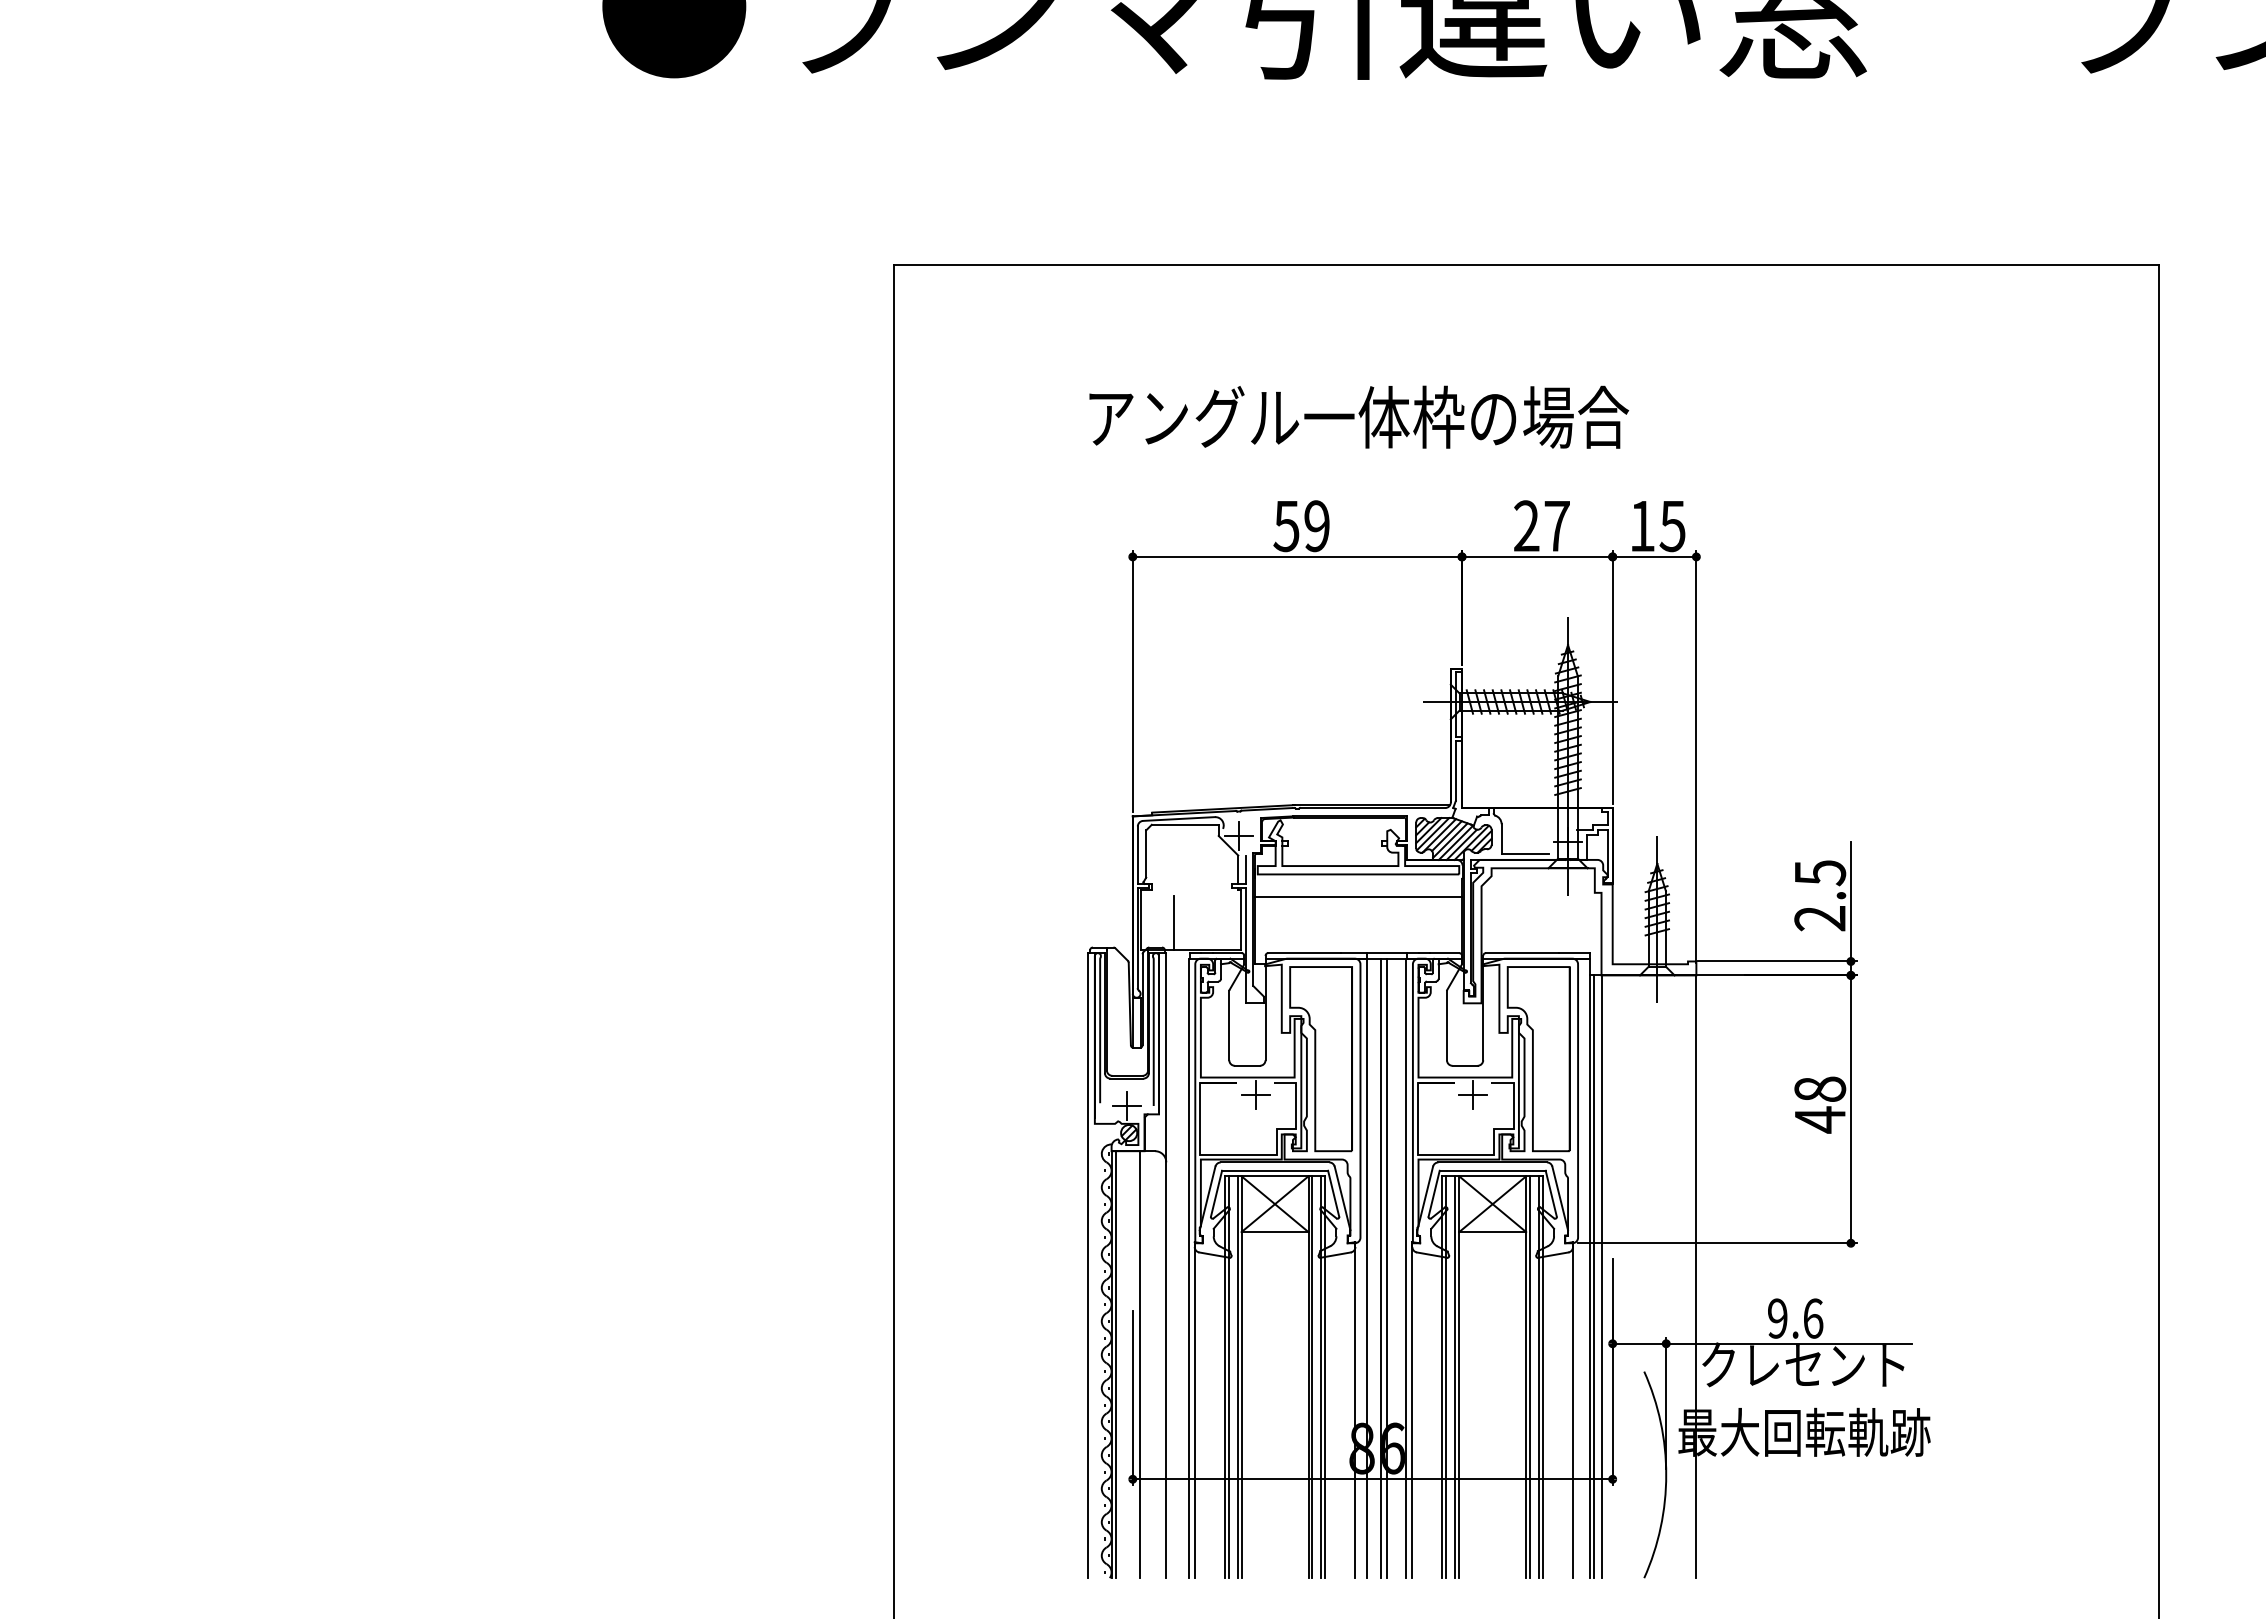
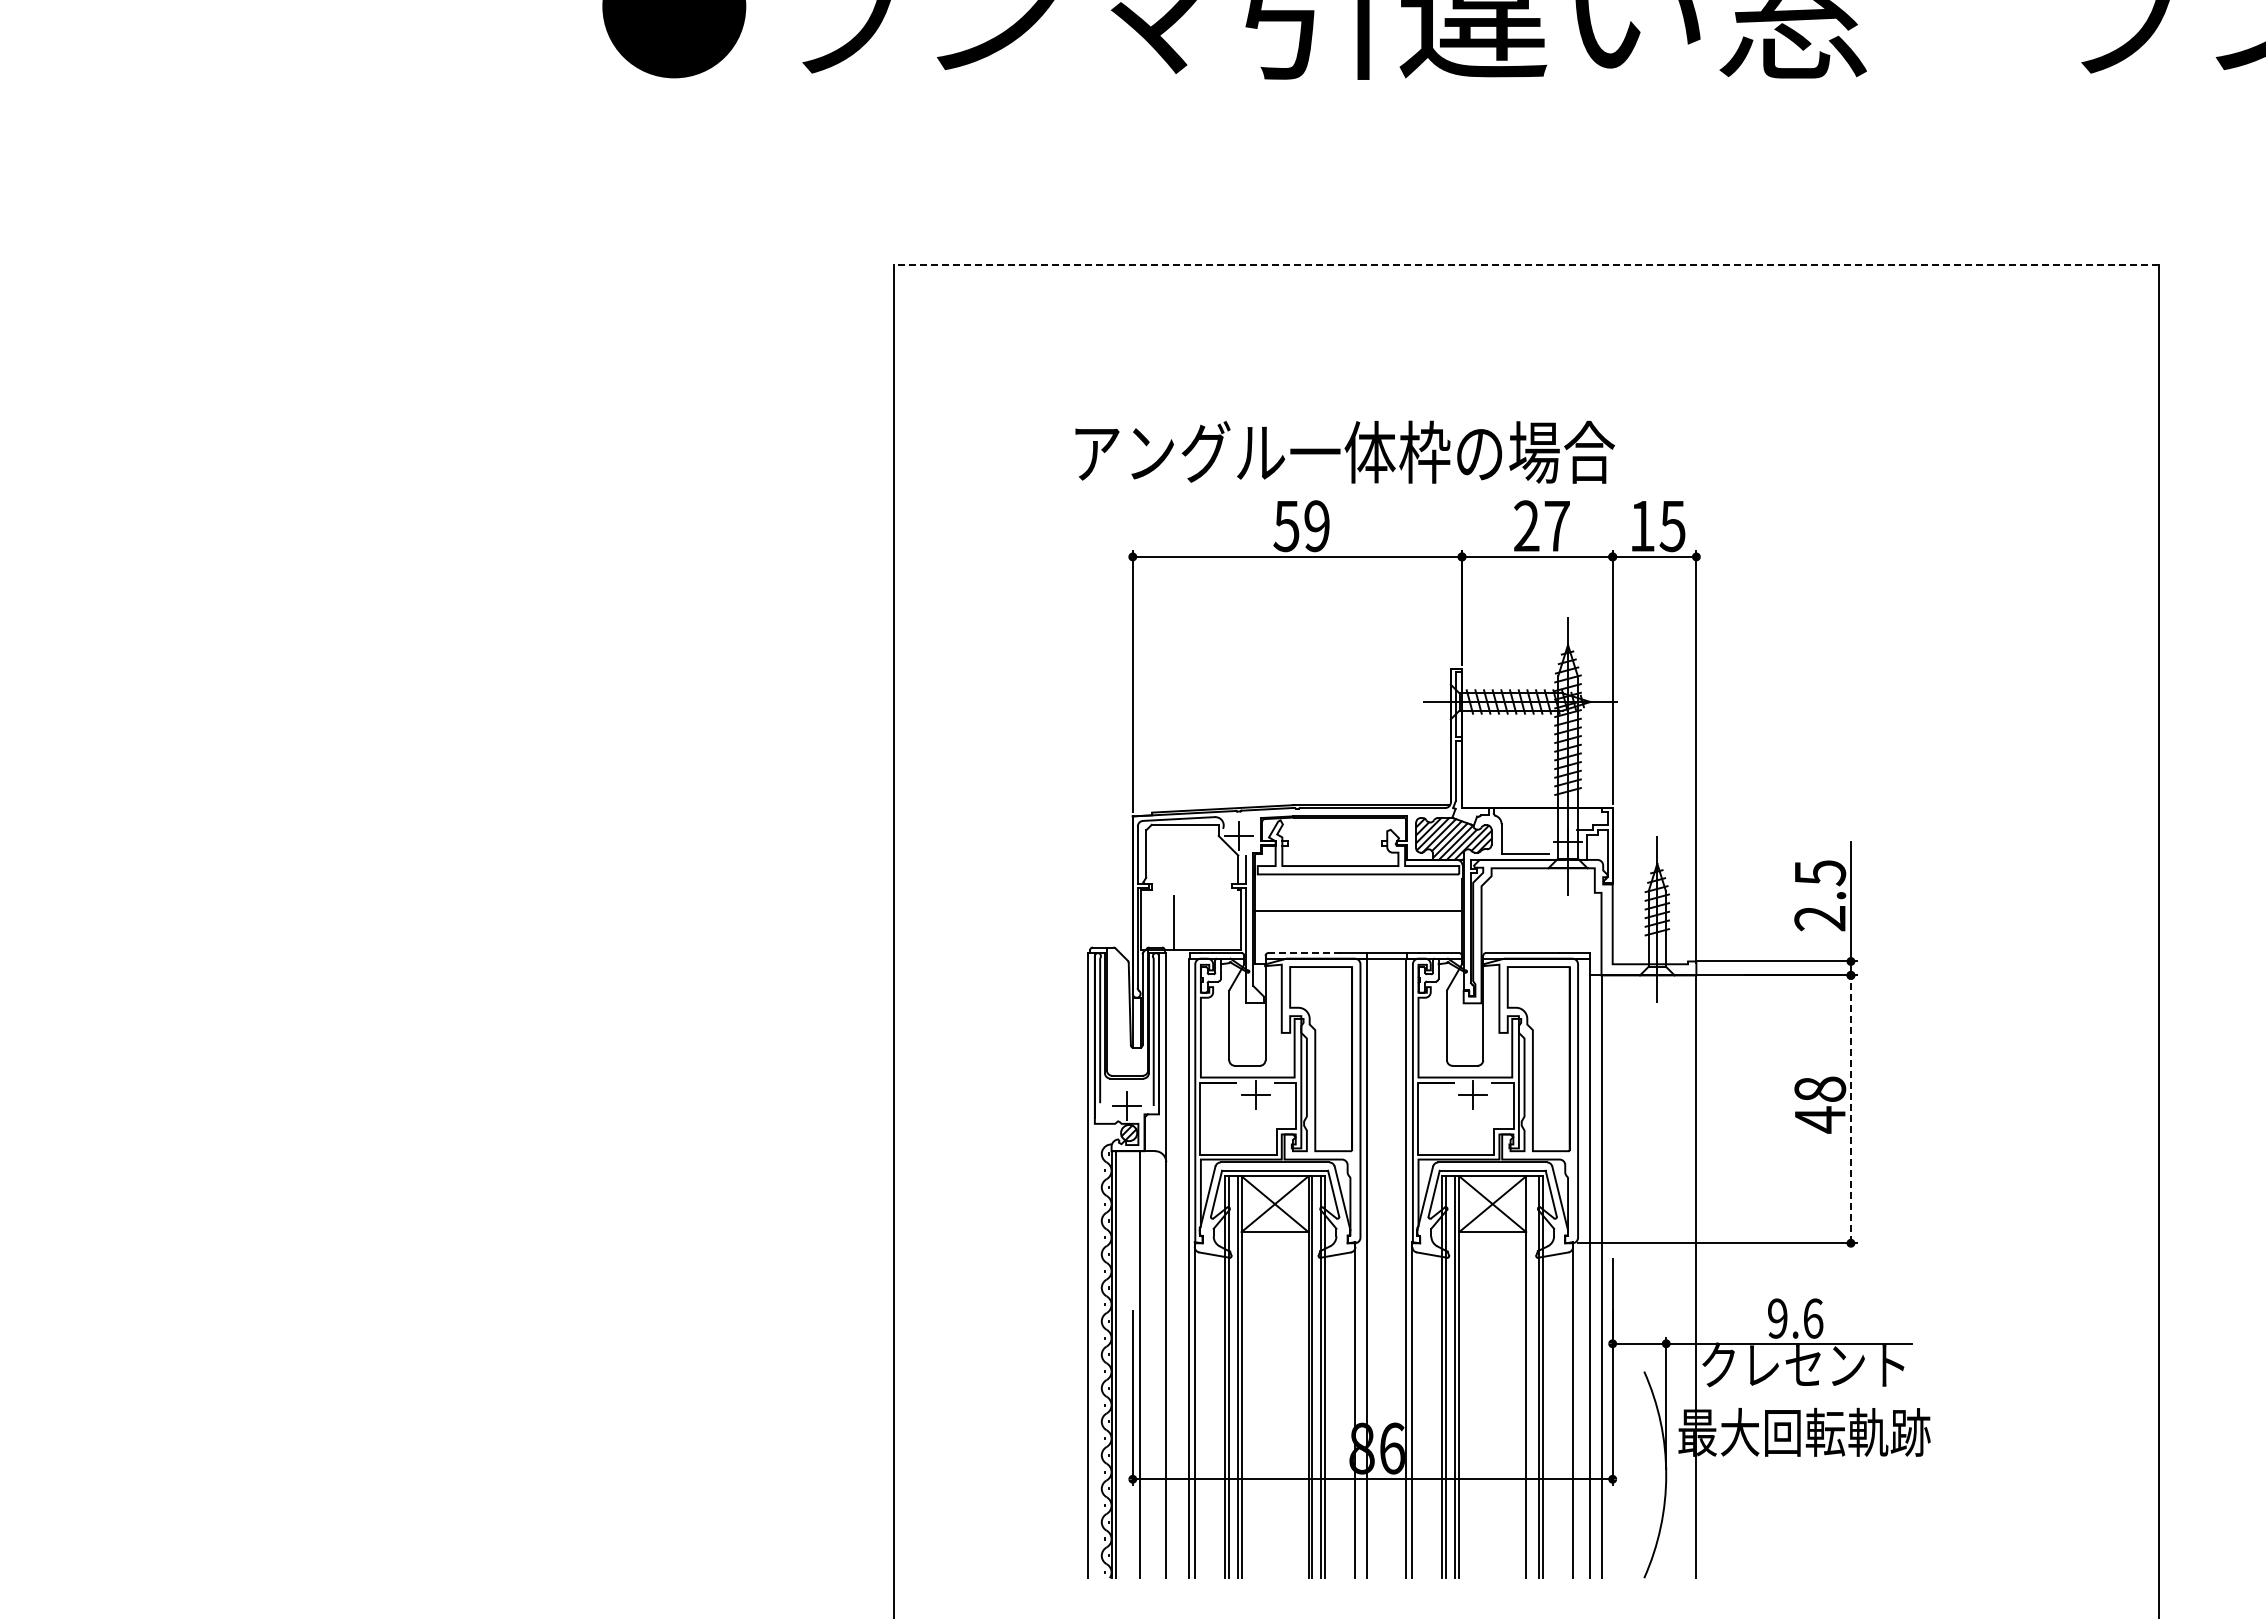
line at (1526, 264): solid -> dashed
text at (1359, 416) position: (1359, 416) -> (1345, 451)
line at (1358, 897) position: (1358, 897) -> (1358, 911)
line at (1304, 953): solid -> dashed
line at (1850, 1109): solid -> dashed
line at (1381, 1268): present -> none
line at (1386, 1268): present -> none
line at (1593, 1276): present -> none
line at (1530, 1377): present -> none
